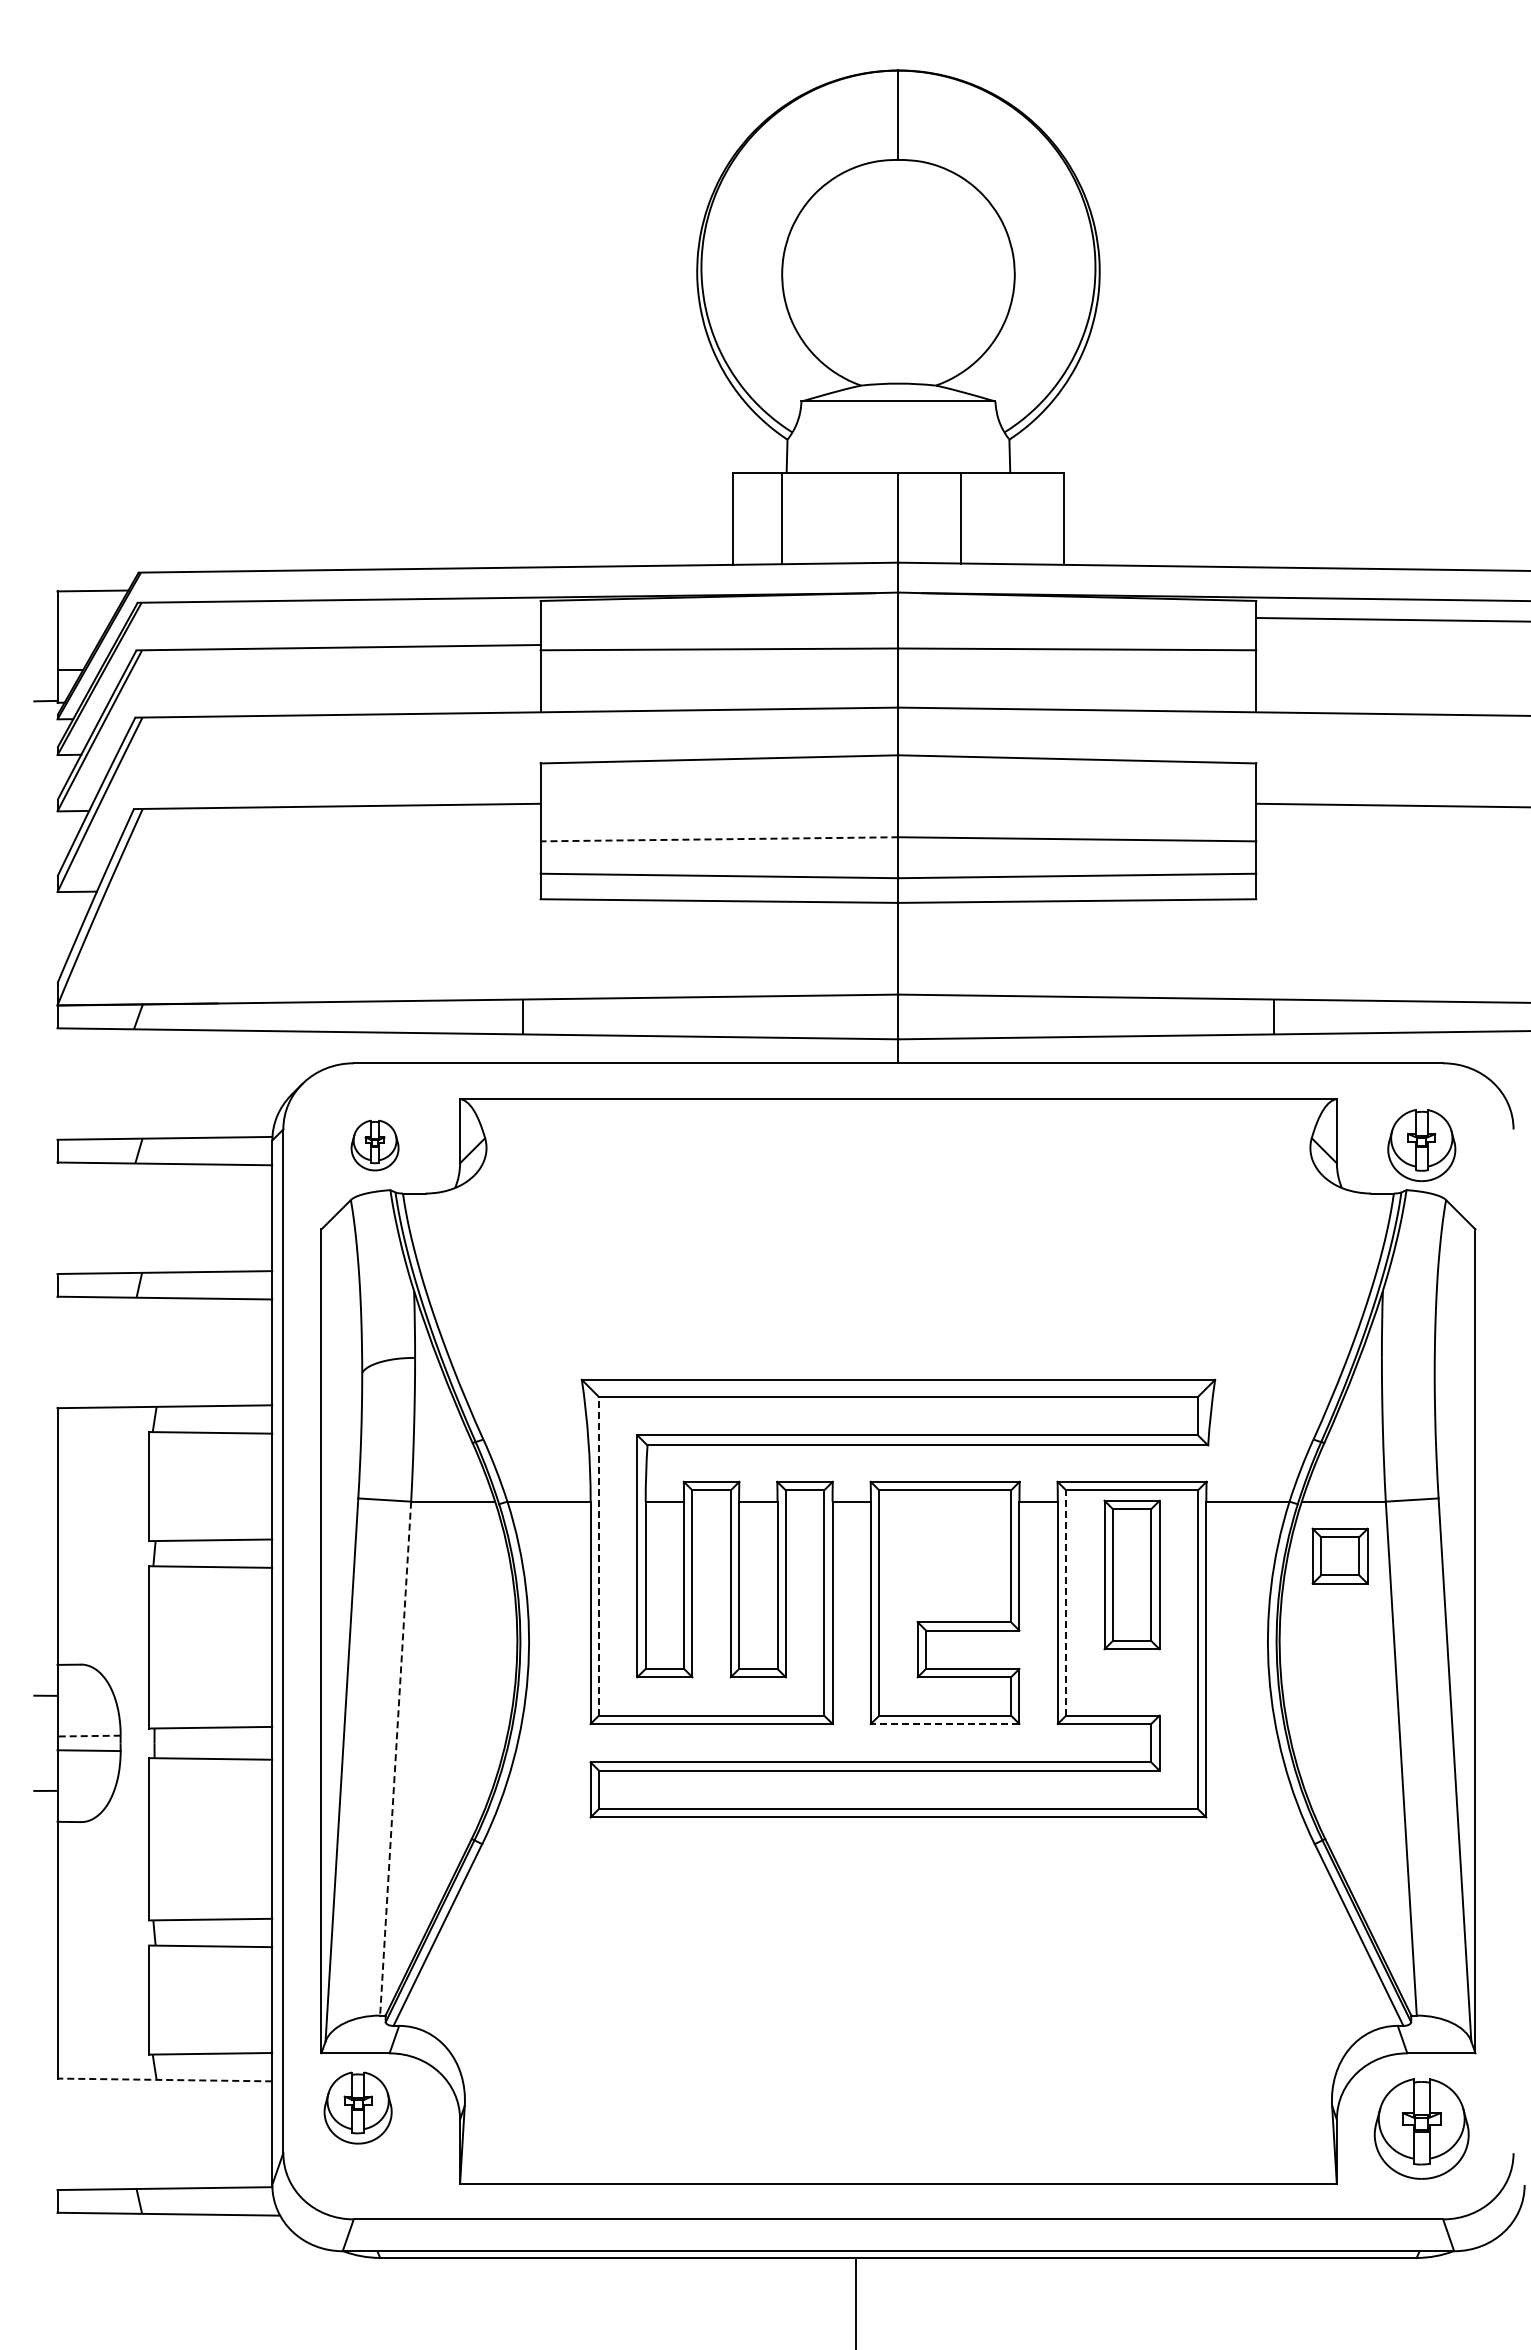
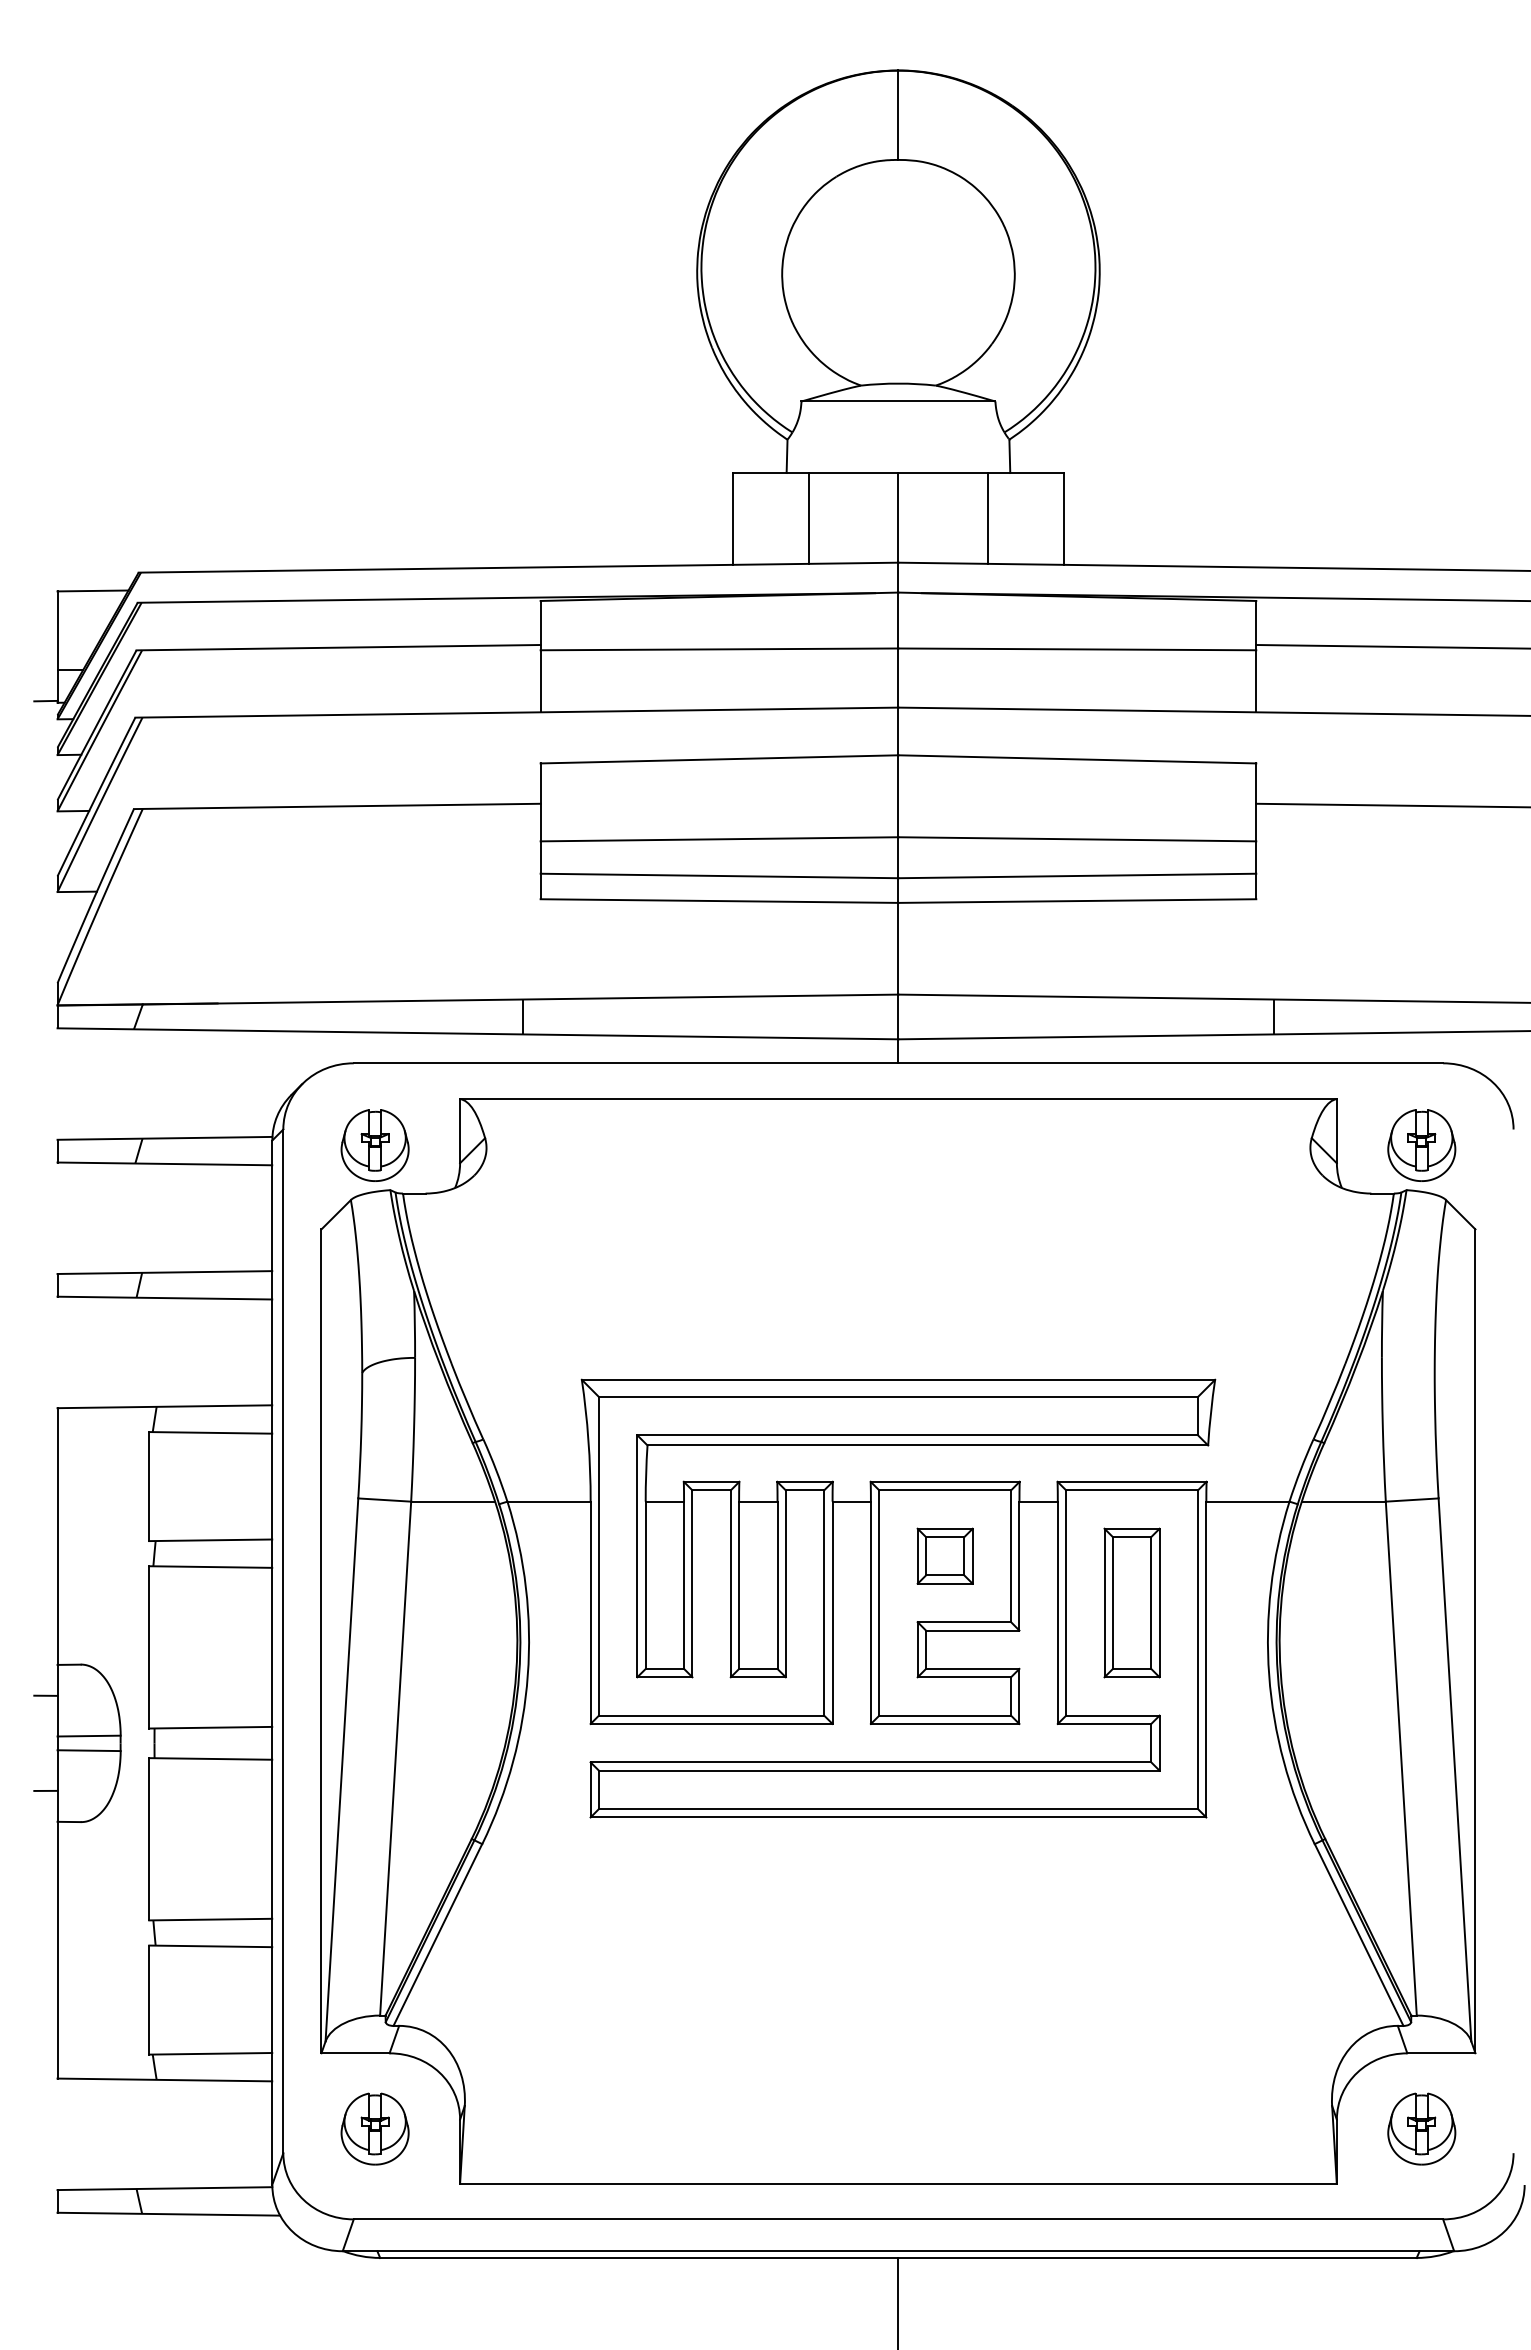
line at (781, 518) position: (781, 518) -> (808, 518)
line at (961, 518) position: (961, 518) -> (988, 518)
line at (1391, 619) position: (1391, 619) -> (1391, 646)
line at (719, 839): dashed -> solid
part at (374, 1145) size: 50x53 px -> 70x73 px
line at (598, 1555): dashed -> solid
part at (1339, 1555) position: (1339, 1555) -> (944, 1555)
part at (1131, 1574) position: (1131, 1574) -> (1131, 1602)
line at (1066, 1603): dashed -> solid
line at (944, 1723): dashed -> solid
line at (89, 1736): dashed -> solid
line at (395, 1759): dashed -> solid
line at (164, 2079): dashed -> solid
part at (357, 2107) position: (357, 2107) -> (374, 2128)
part at (1421, 2128) size: 97x102 px -> 70x74 px
line at (856, 2302) position: (856, 2302) -> (898, 2302)
